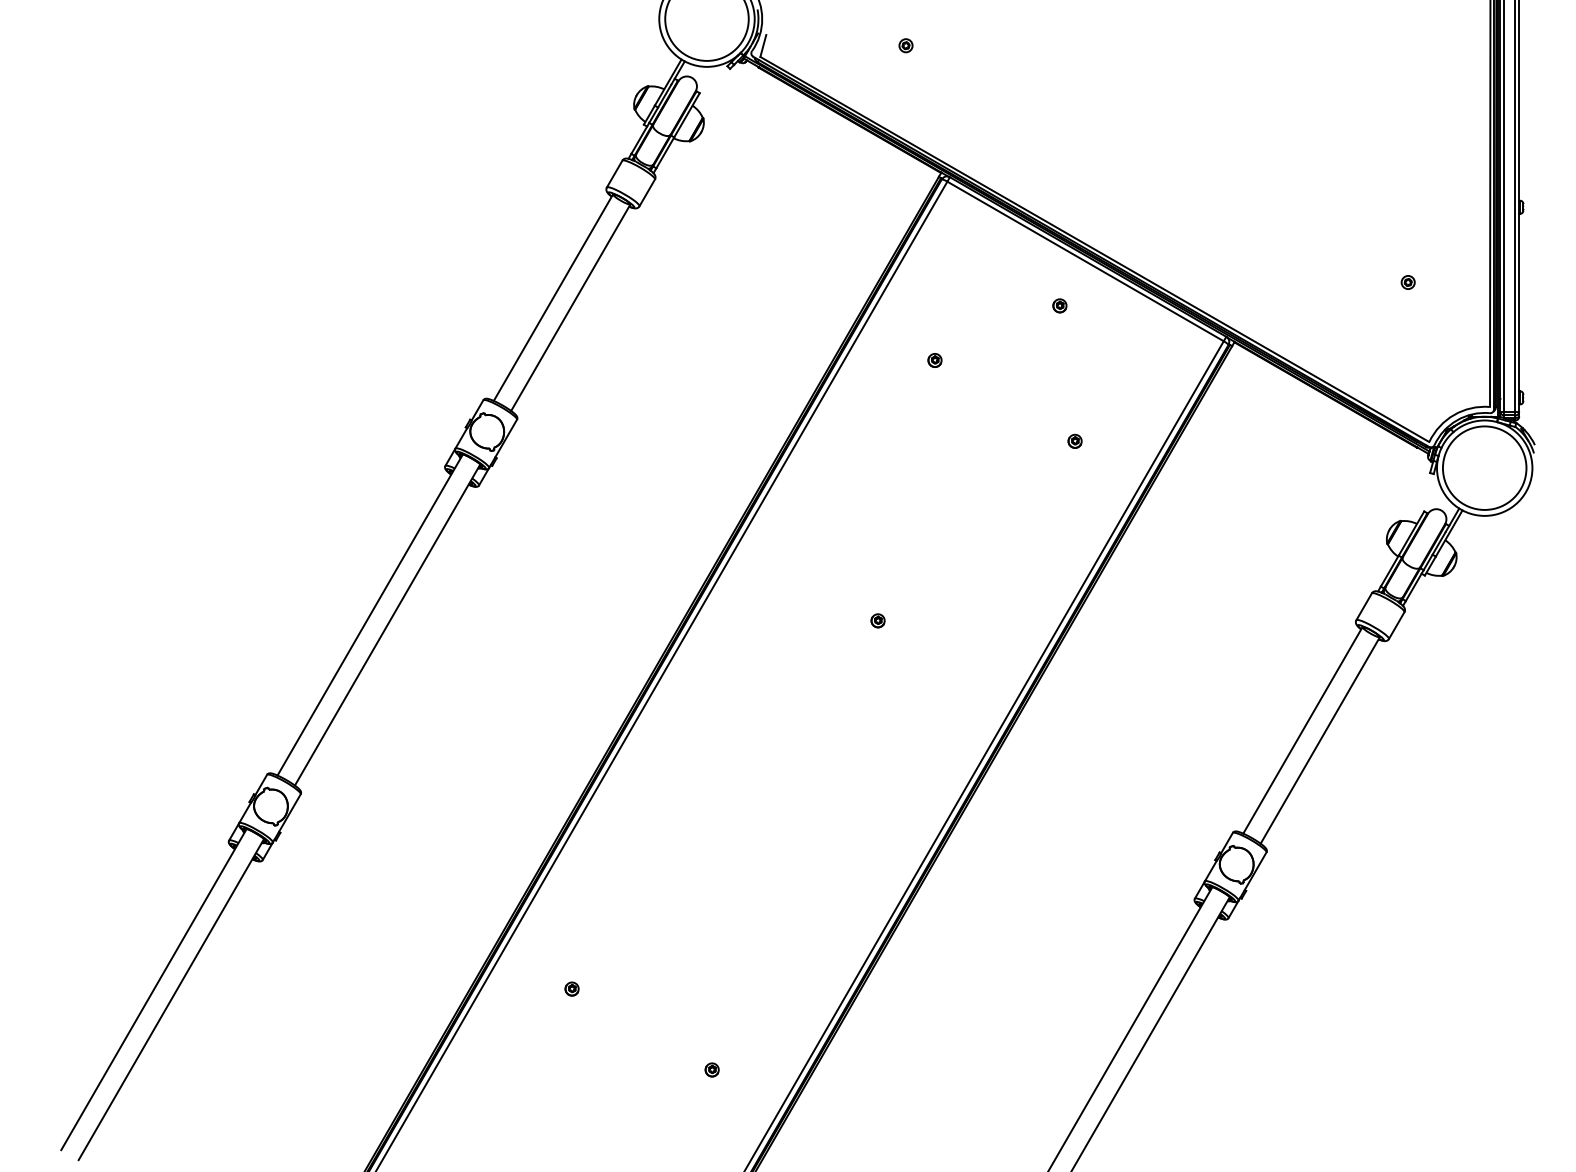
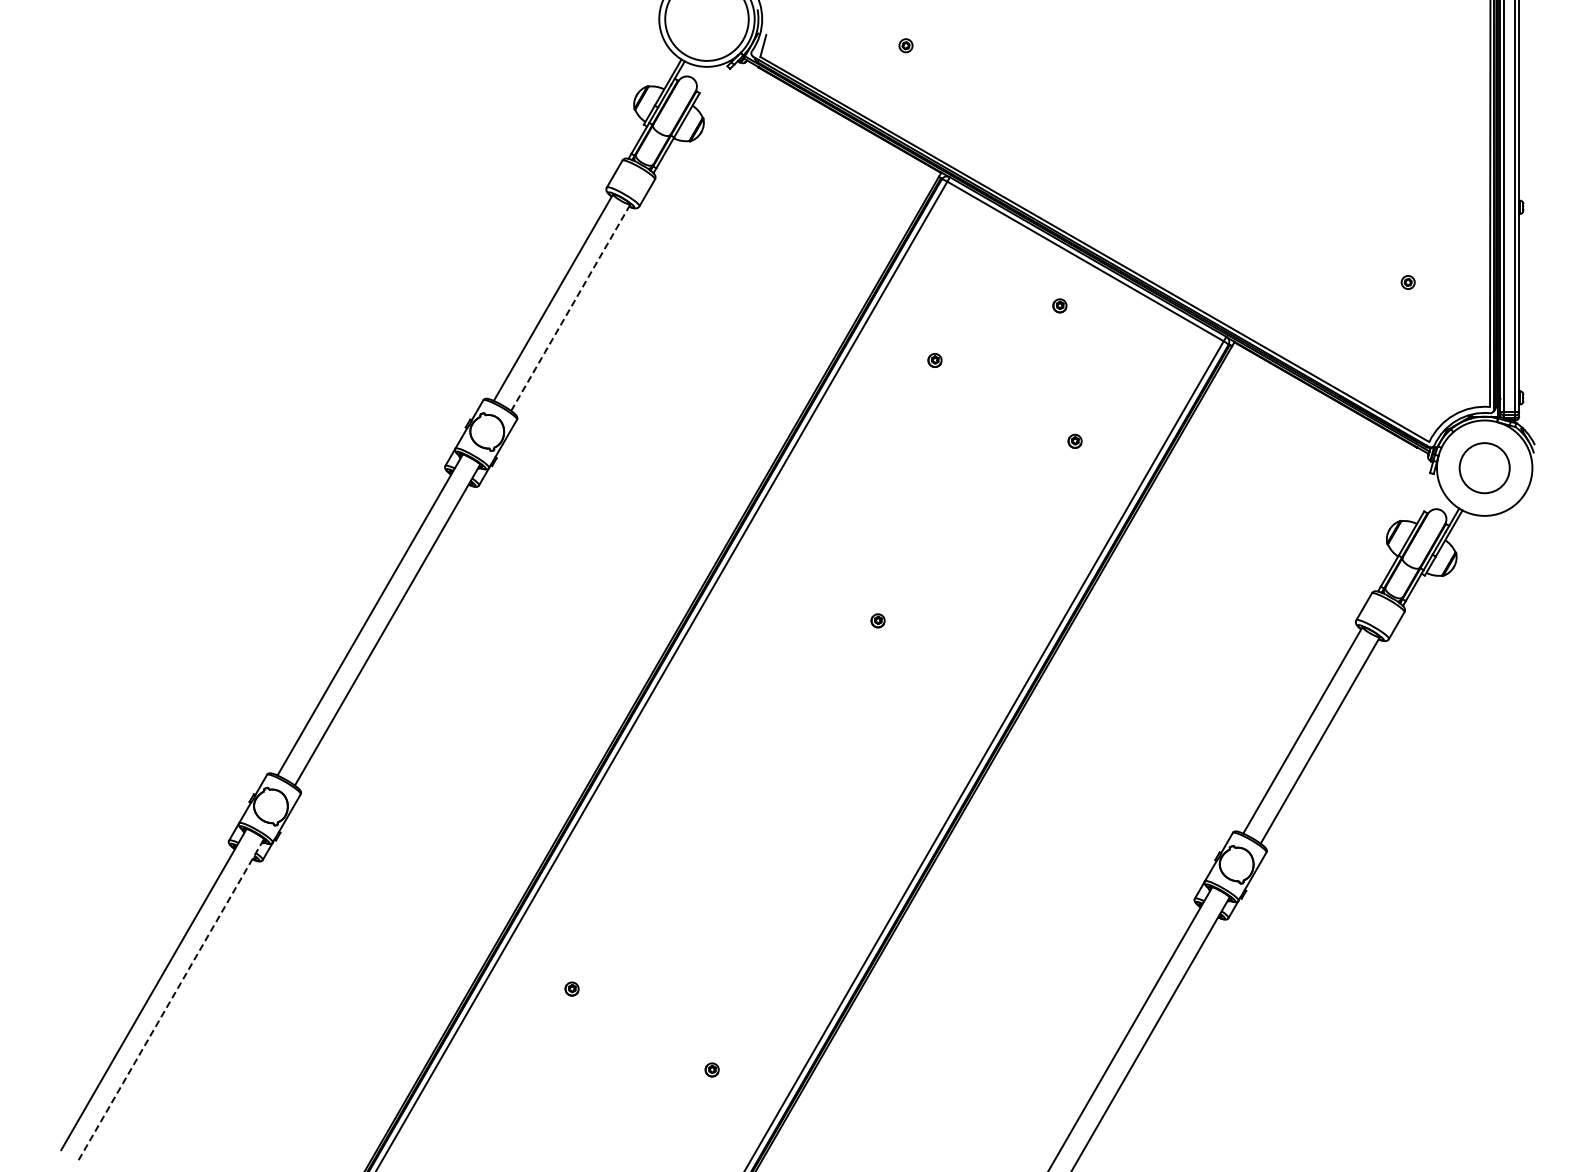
line at (571, 307): solid -> dashed
circle at (1484, 467) diameter: 84 px -> 50 px
line at (171, 999): solid -> dashed
